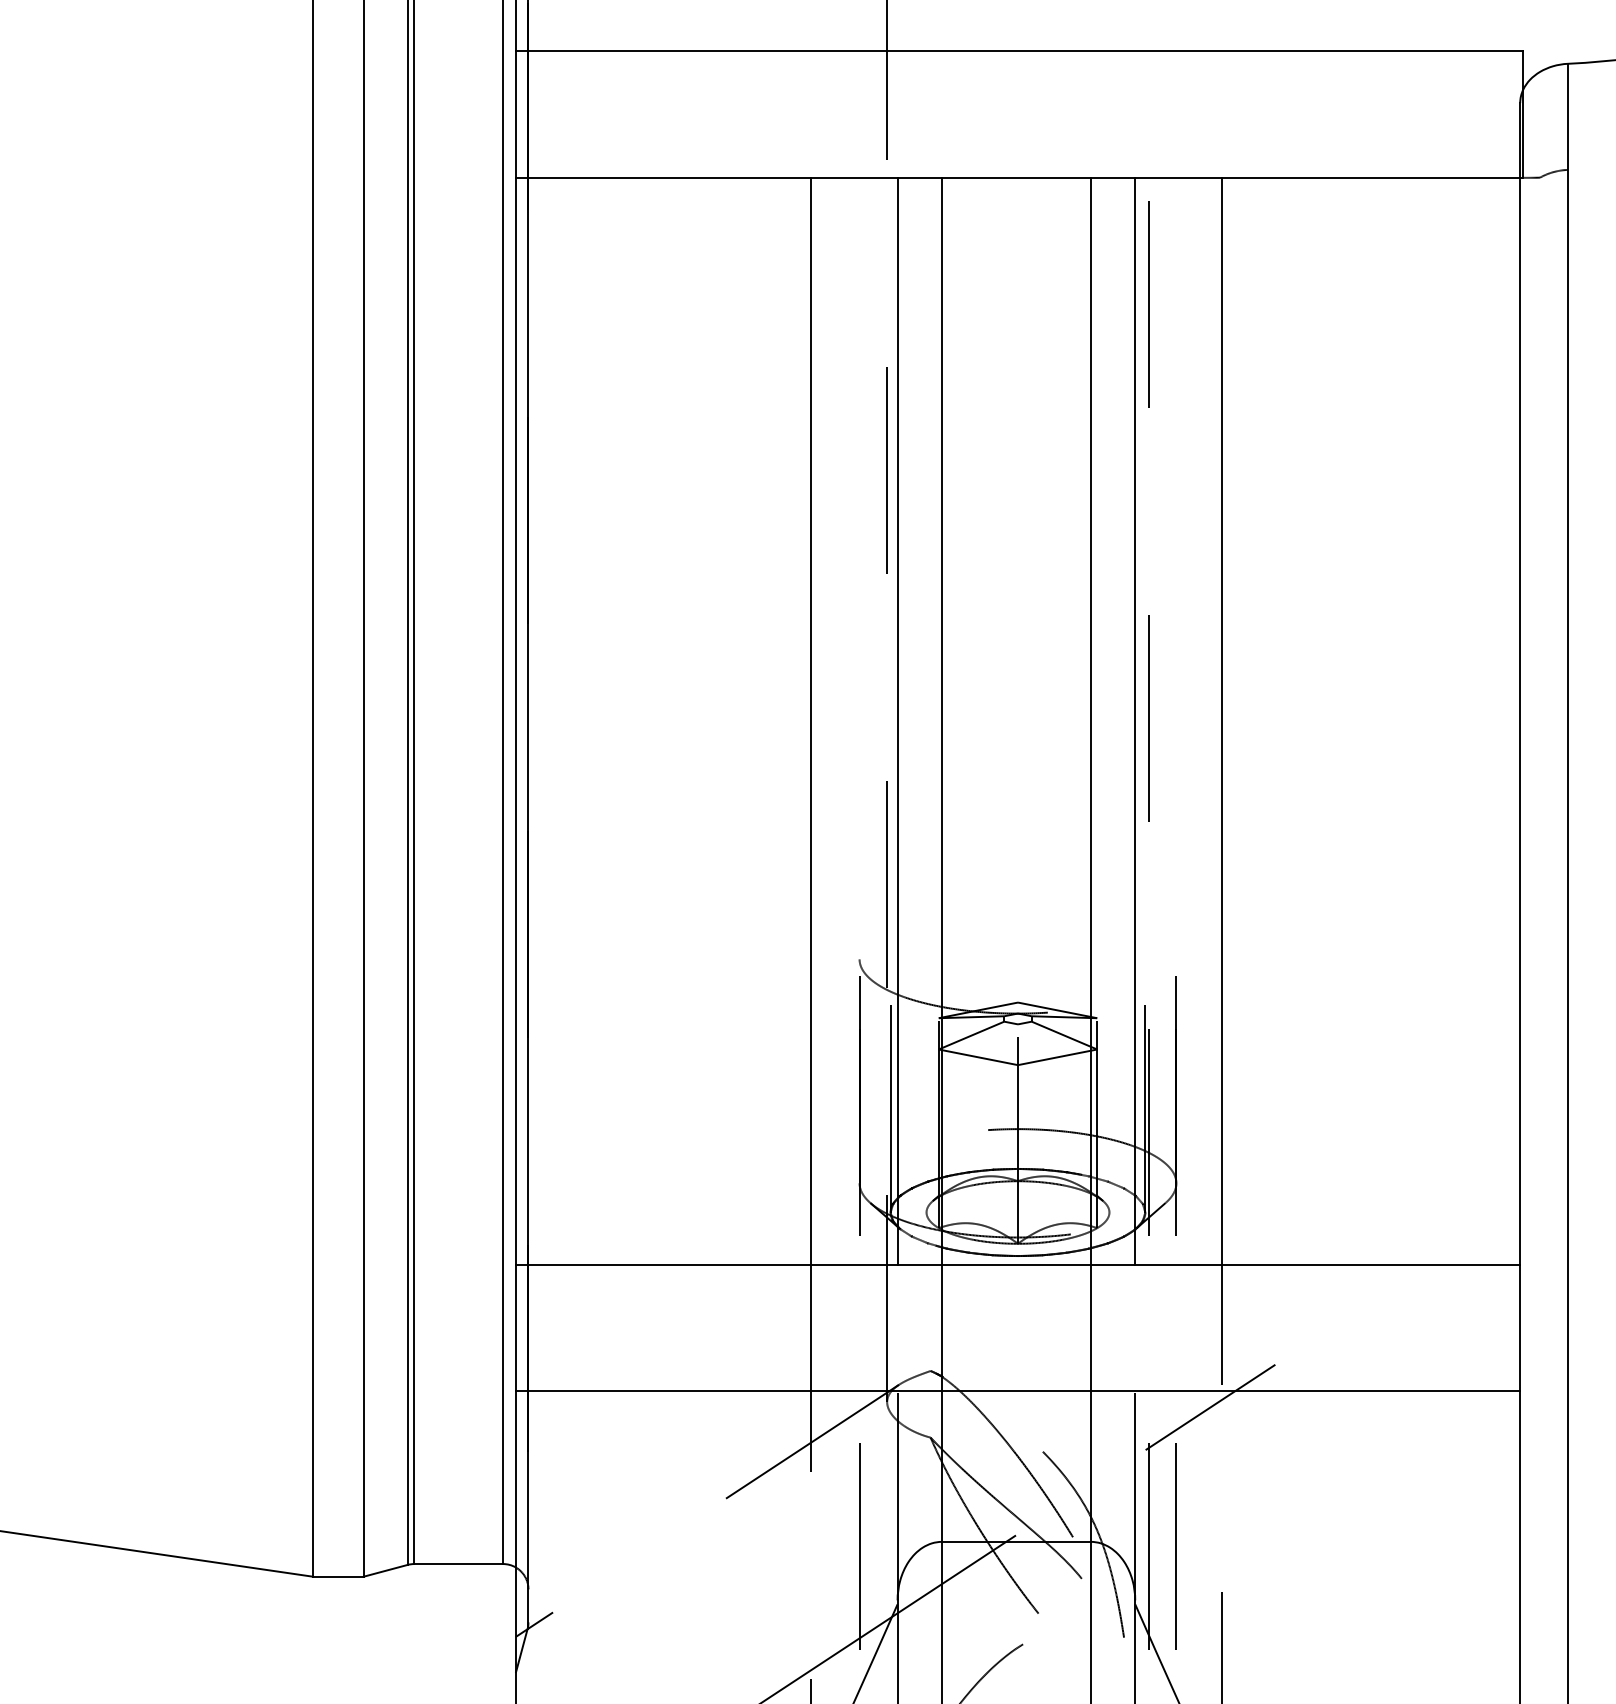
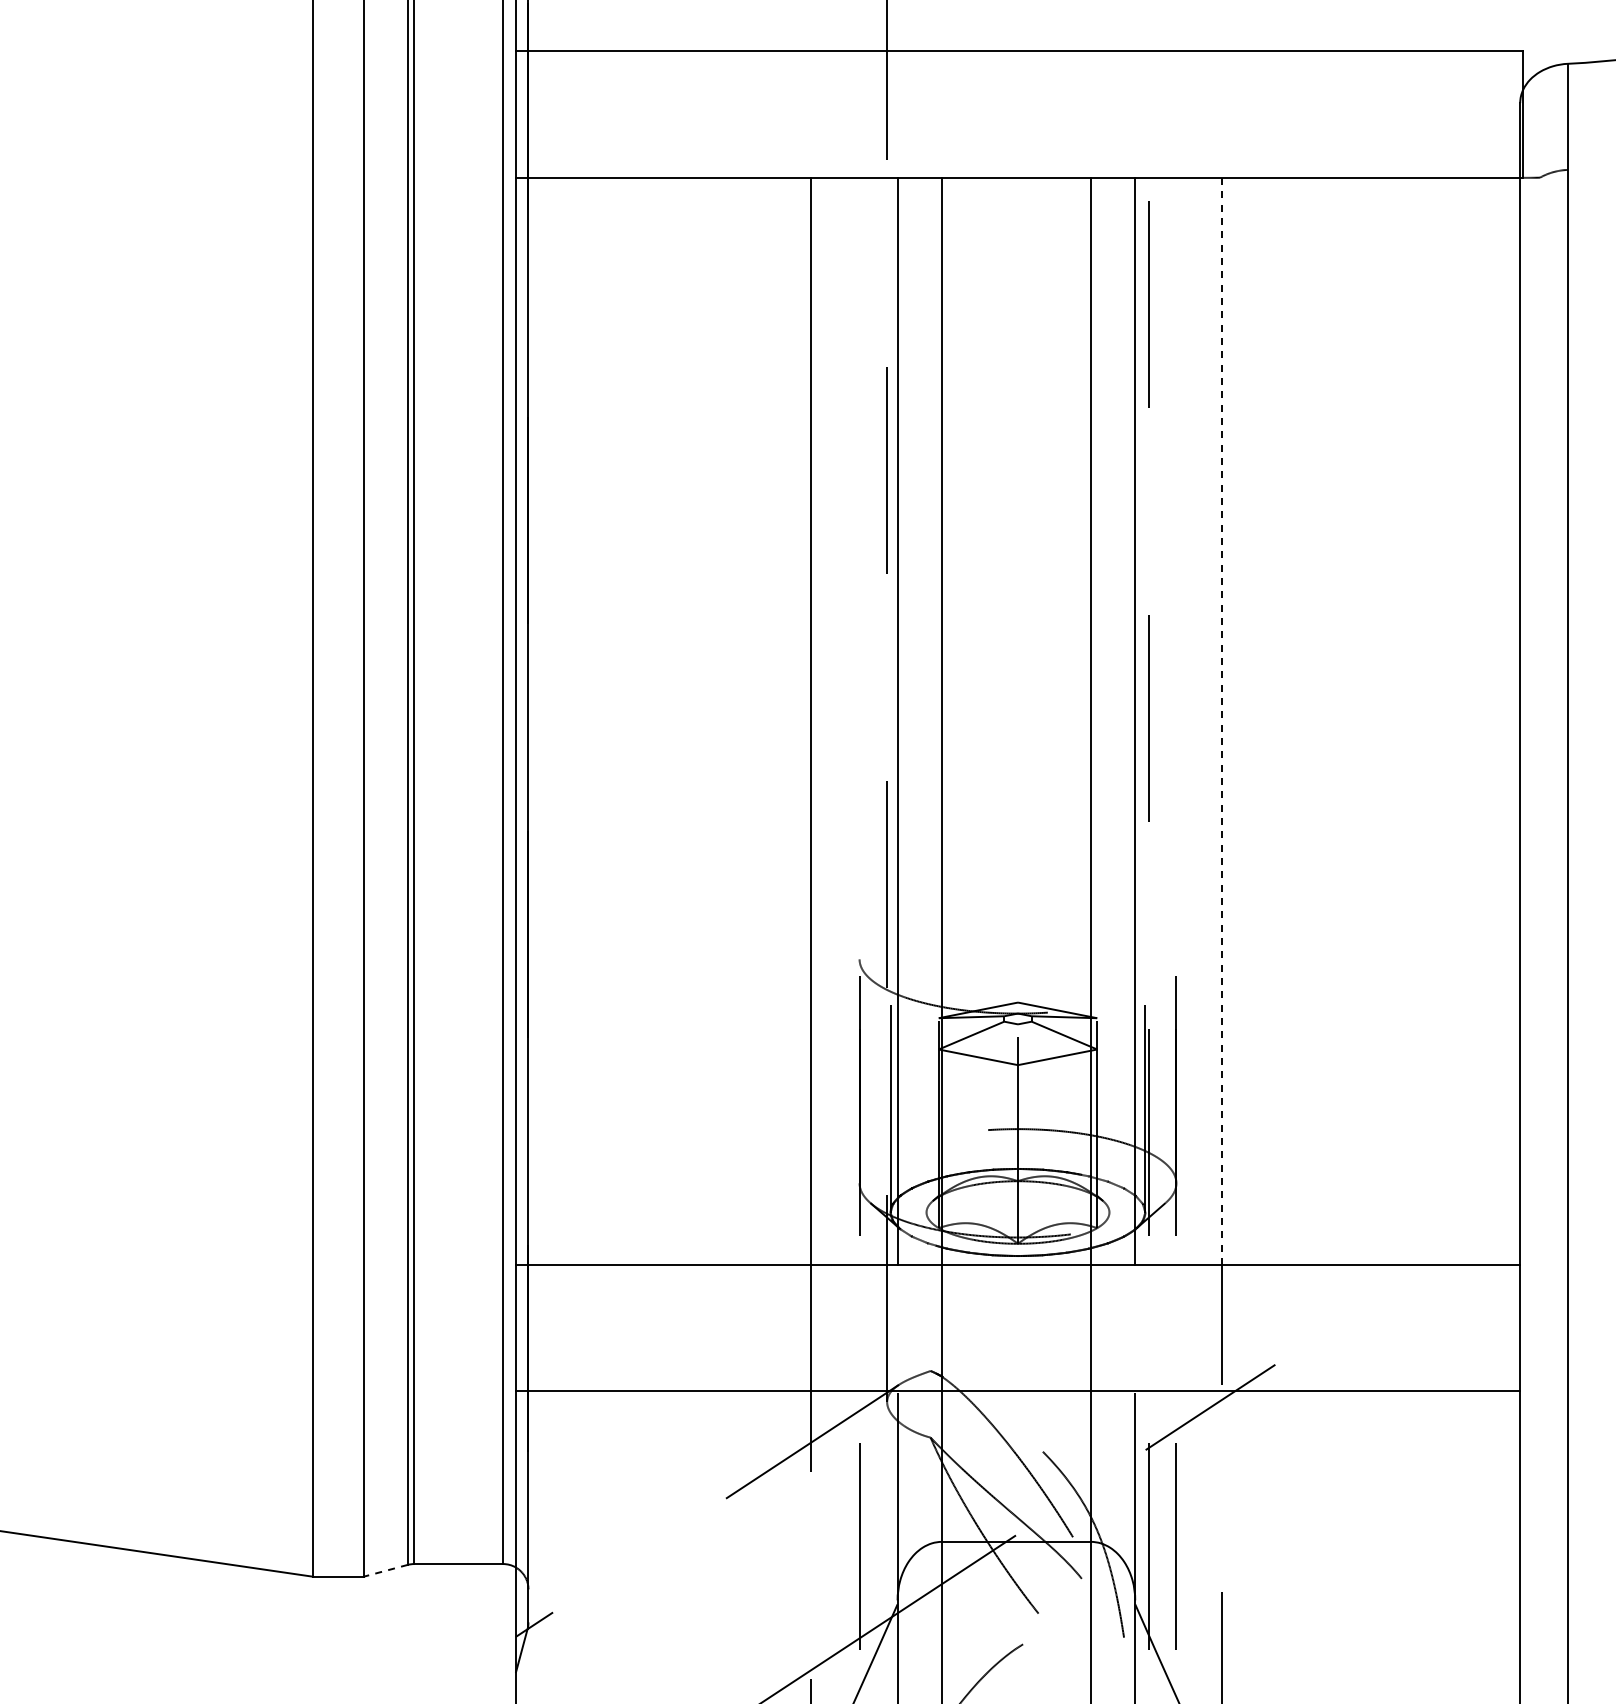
line at (1222, 721): solid -> dashed
line at (385, 1570): solid -> dashed
